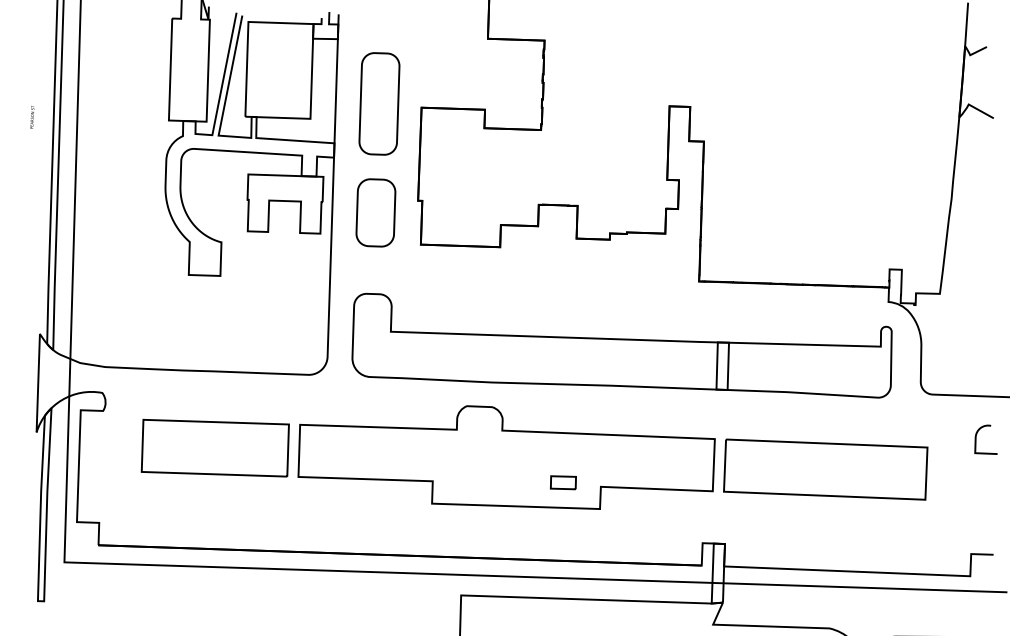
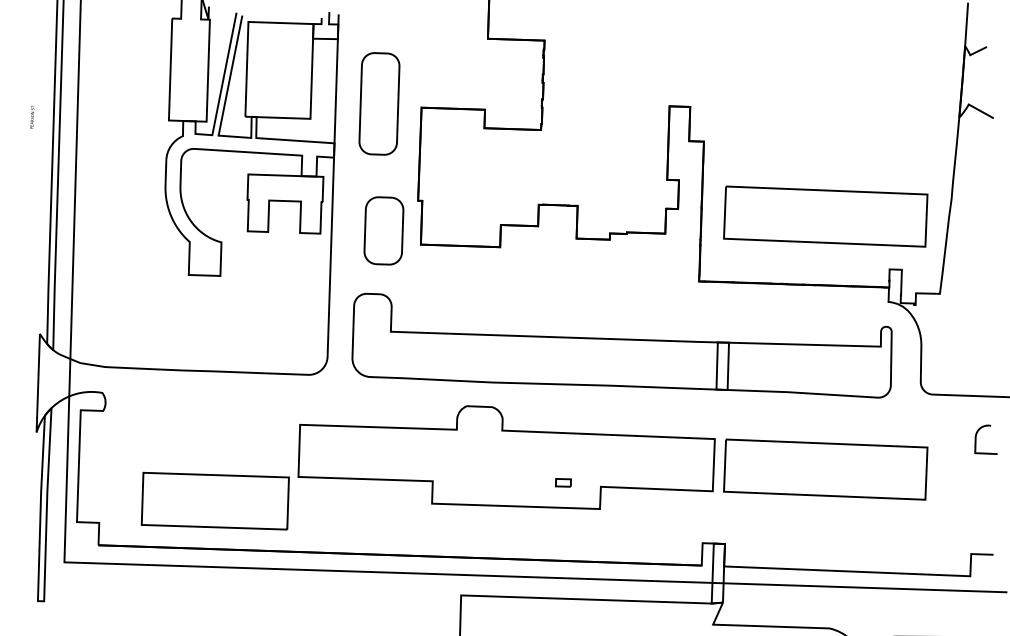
part at (375, 212) position: (375, 212) -> (383, 230)
part at (825, 216): none -> present
part at (214, 447) position: (214, 447) -> (214, 500)
part at (563, 482) size: 27x16 px -> 17x10 px
